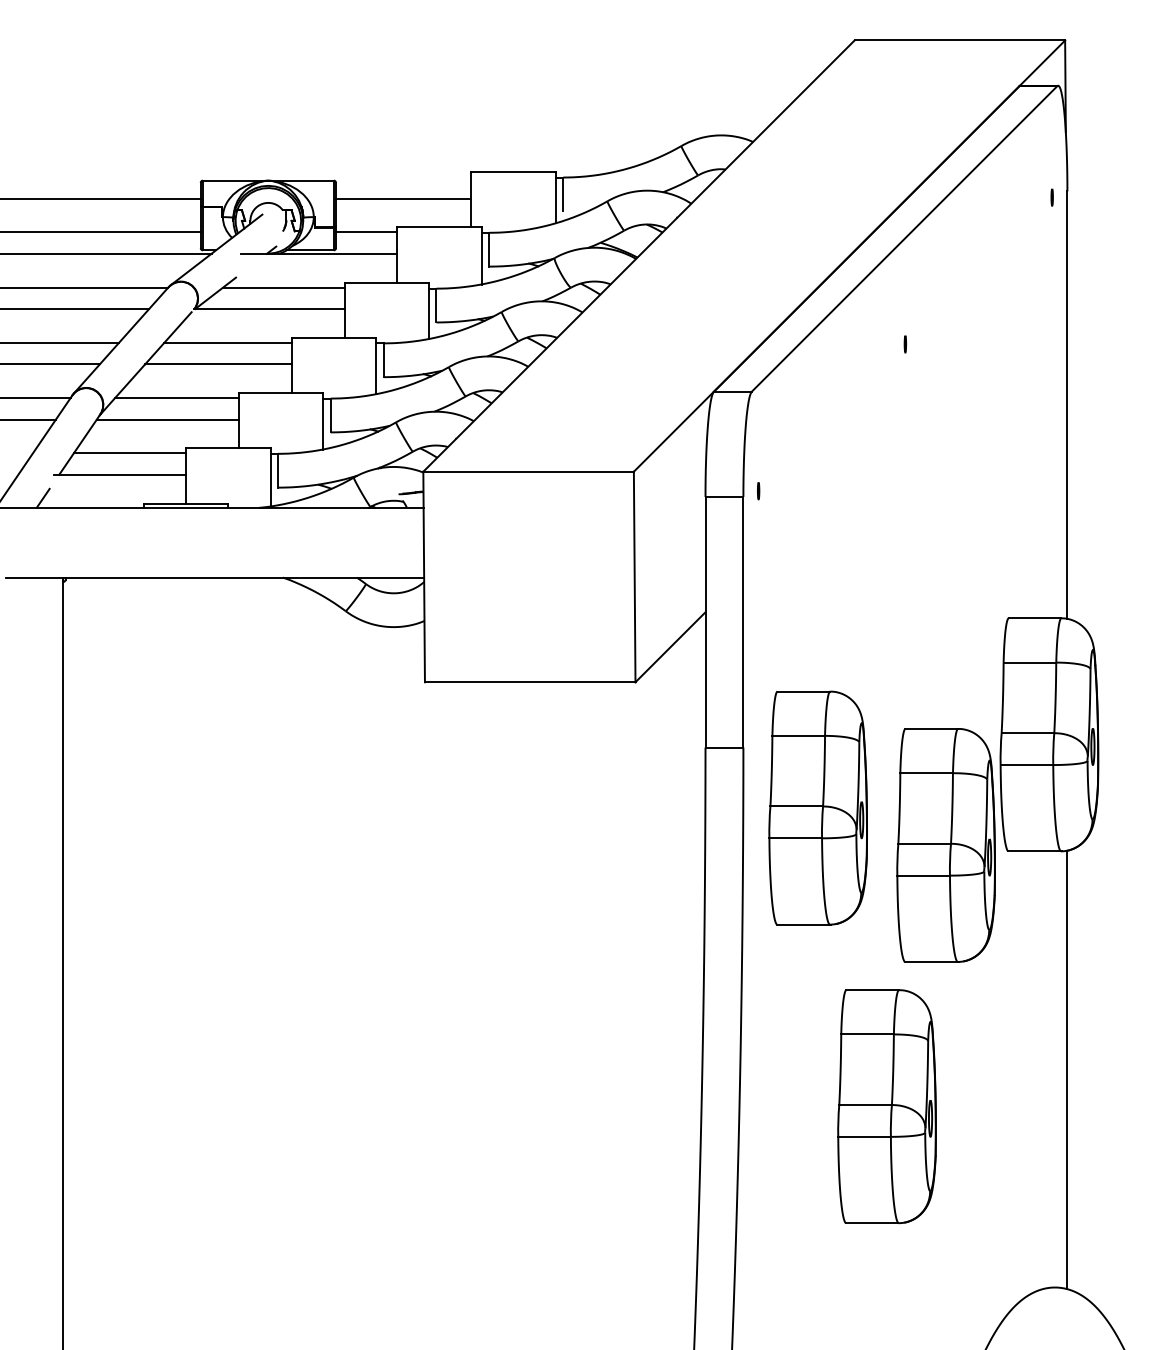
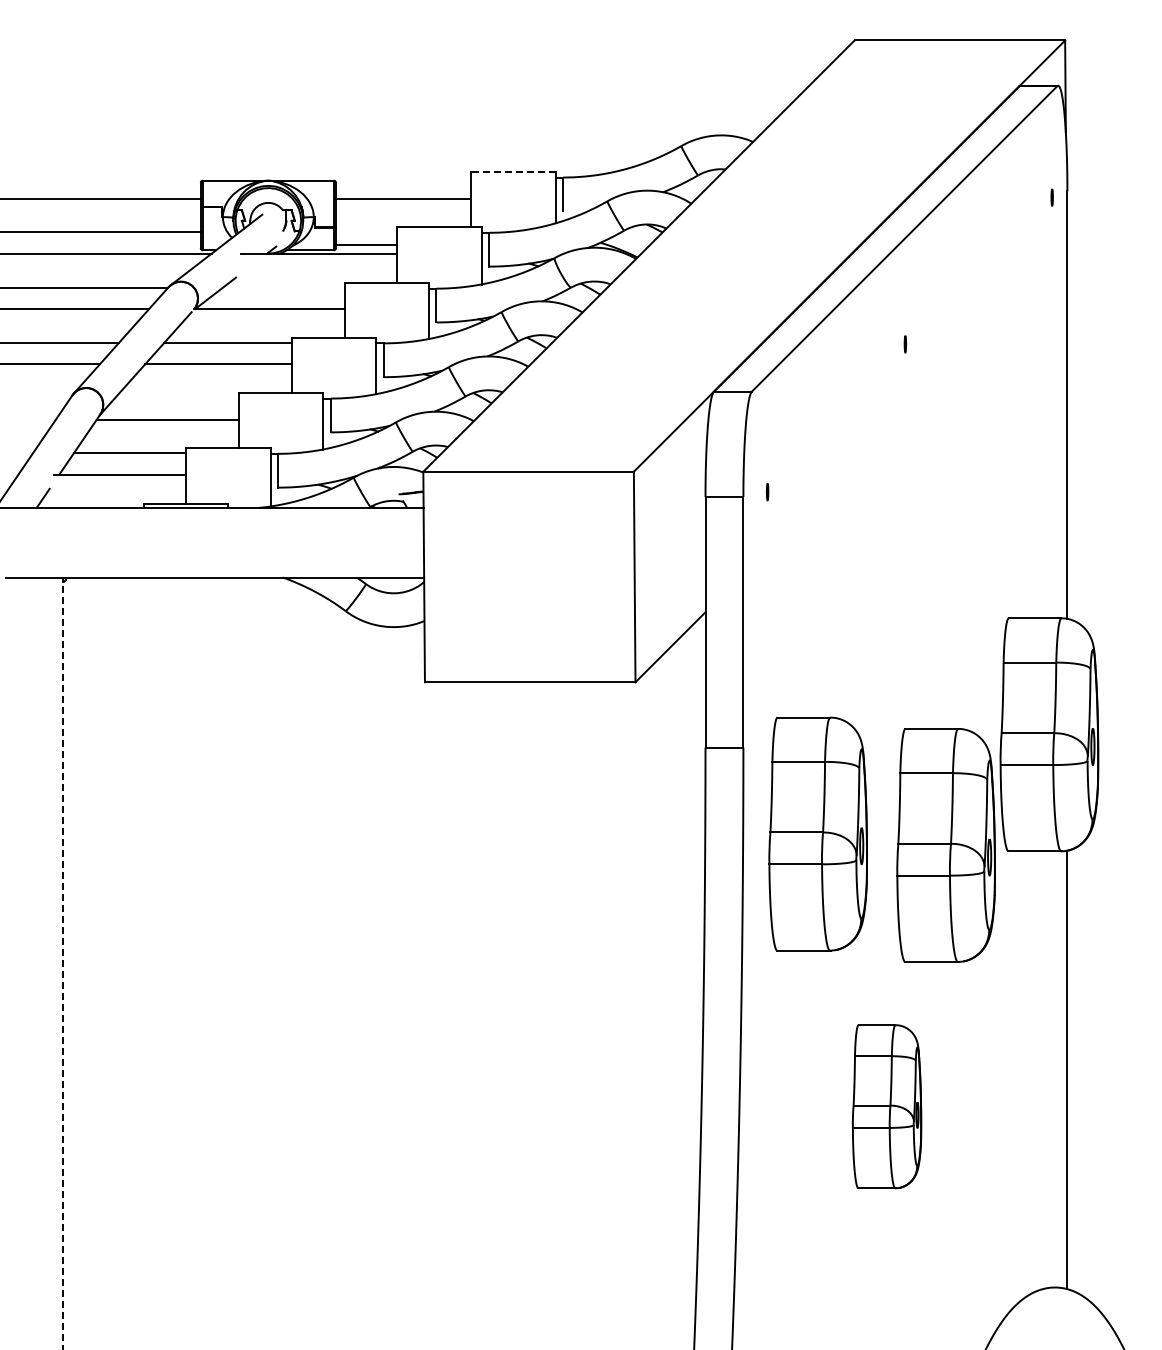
line at (513, 172): solid -> dashed
line at (366, 232) position: (366, 232) -> (366, 245)
line at (283, 287): present -> none
line at (36, 398): present -> none
line at (176, 398): present -> none
line at (28, 419): present -> none
line at (758, 491) position: (758, 491) -> (767, 492)
part at (817, 807) position: (817, 807) -> (817, 833)
line at (62, 963): solid -> dashed
part at (886, 1106) size: 100x236 px -> 72x166 px
